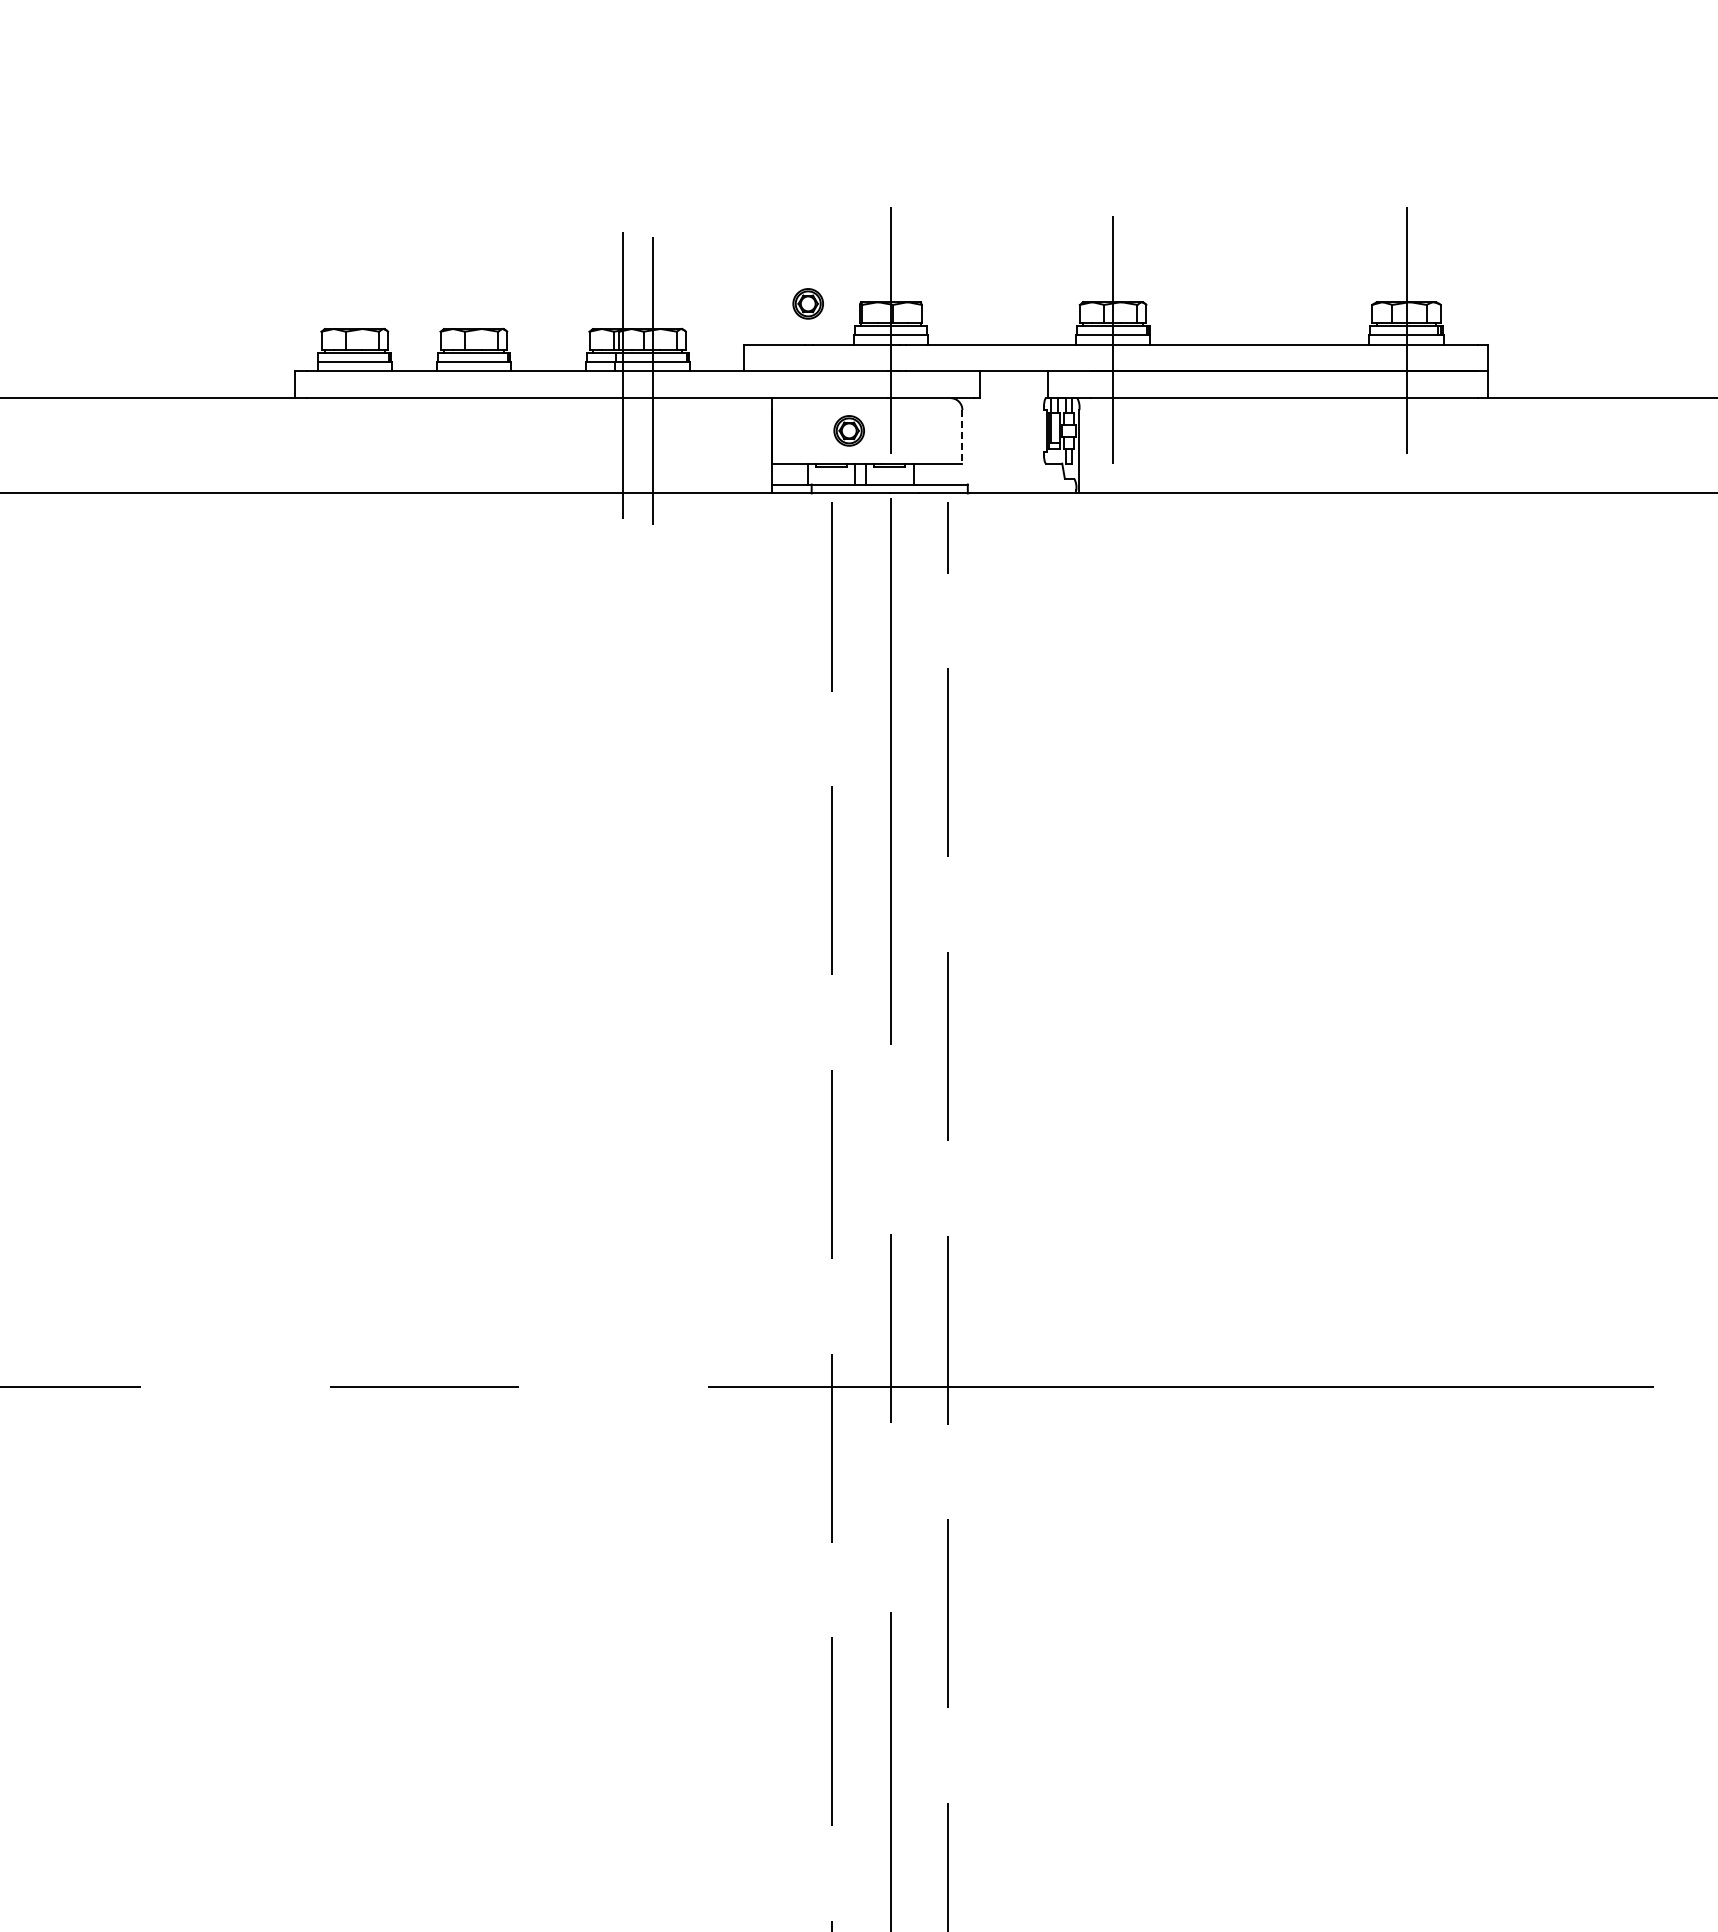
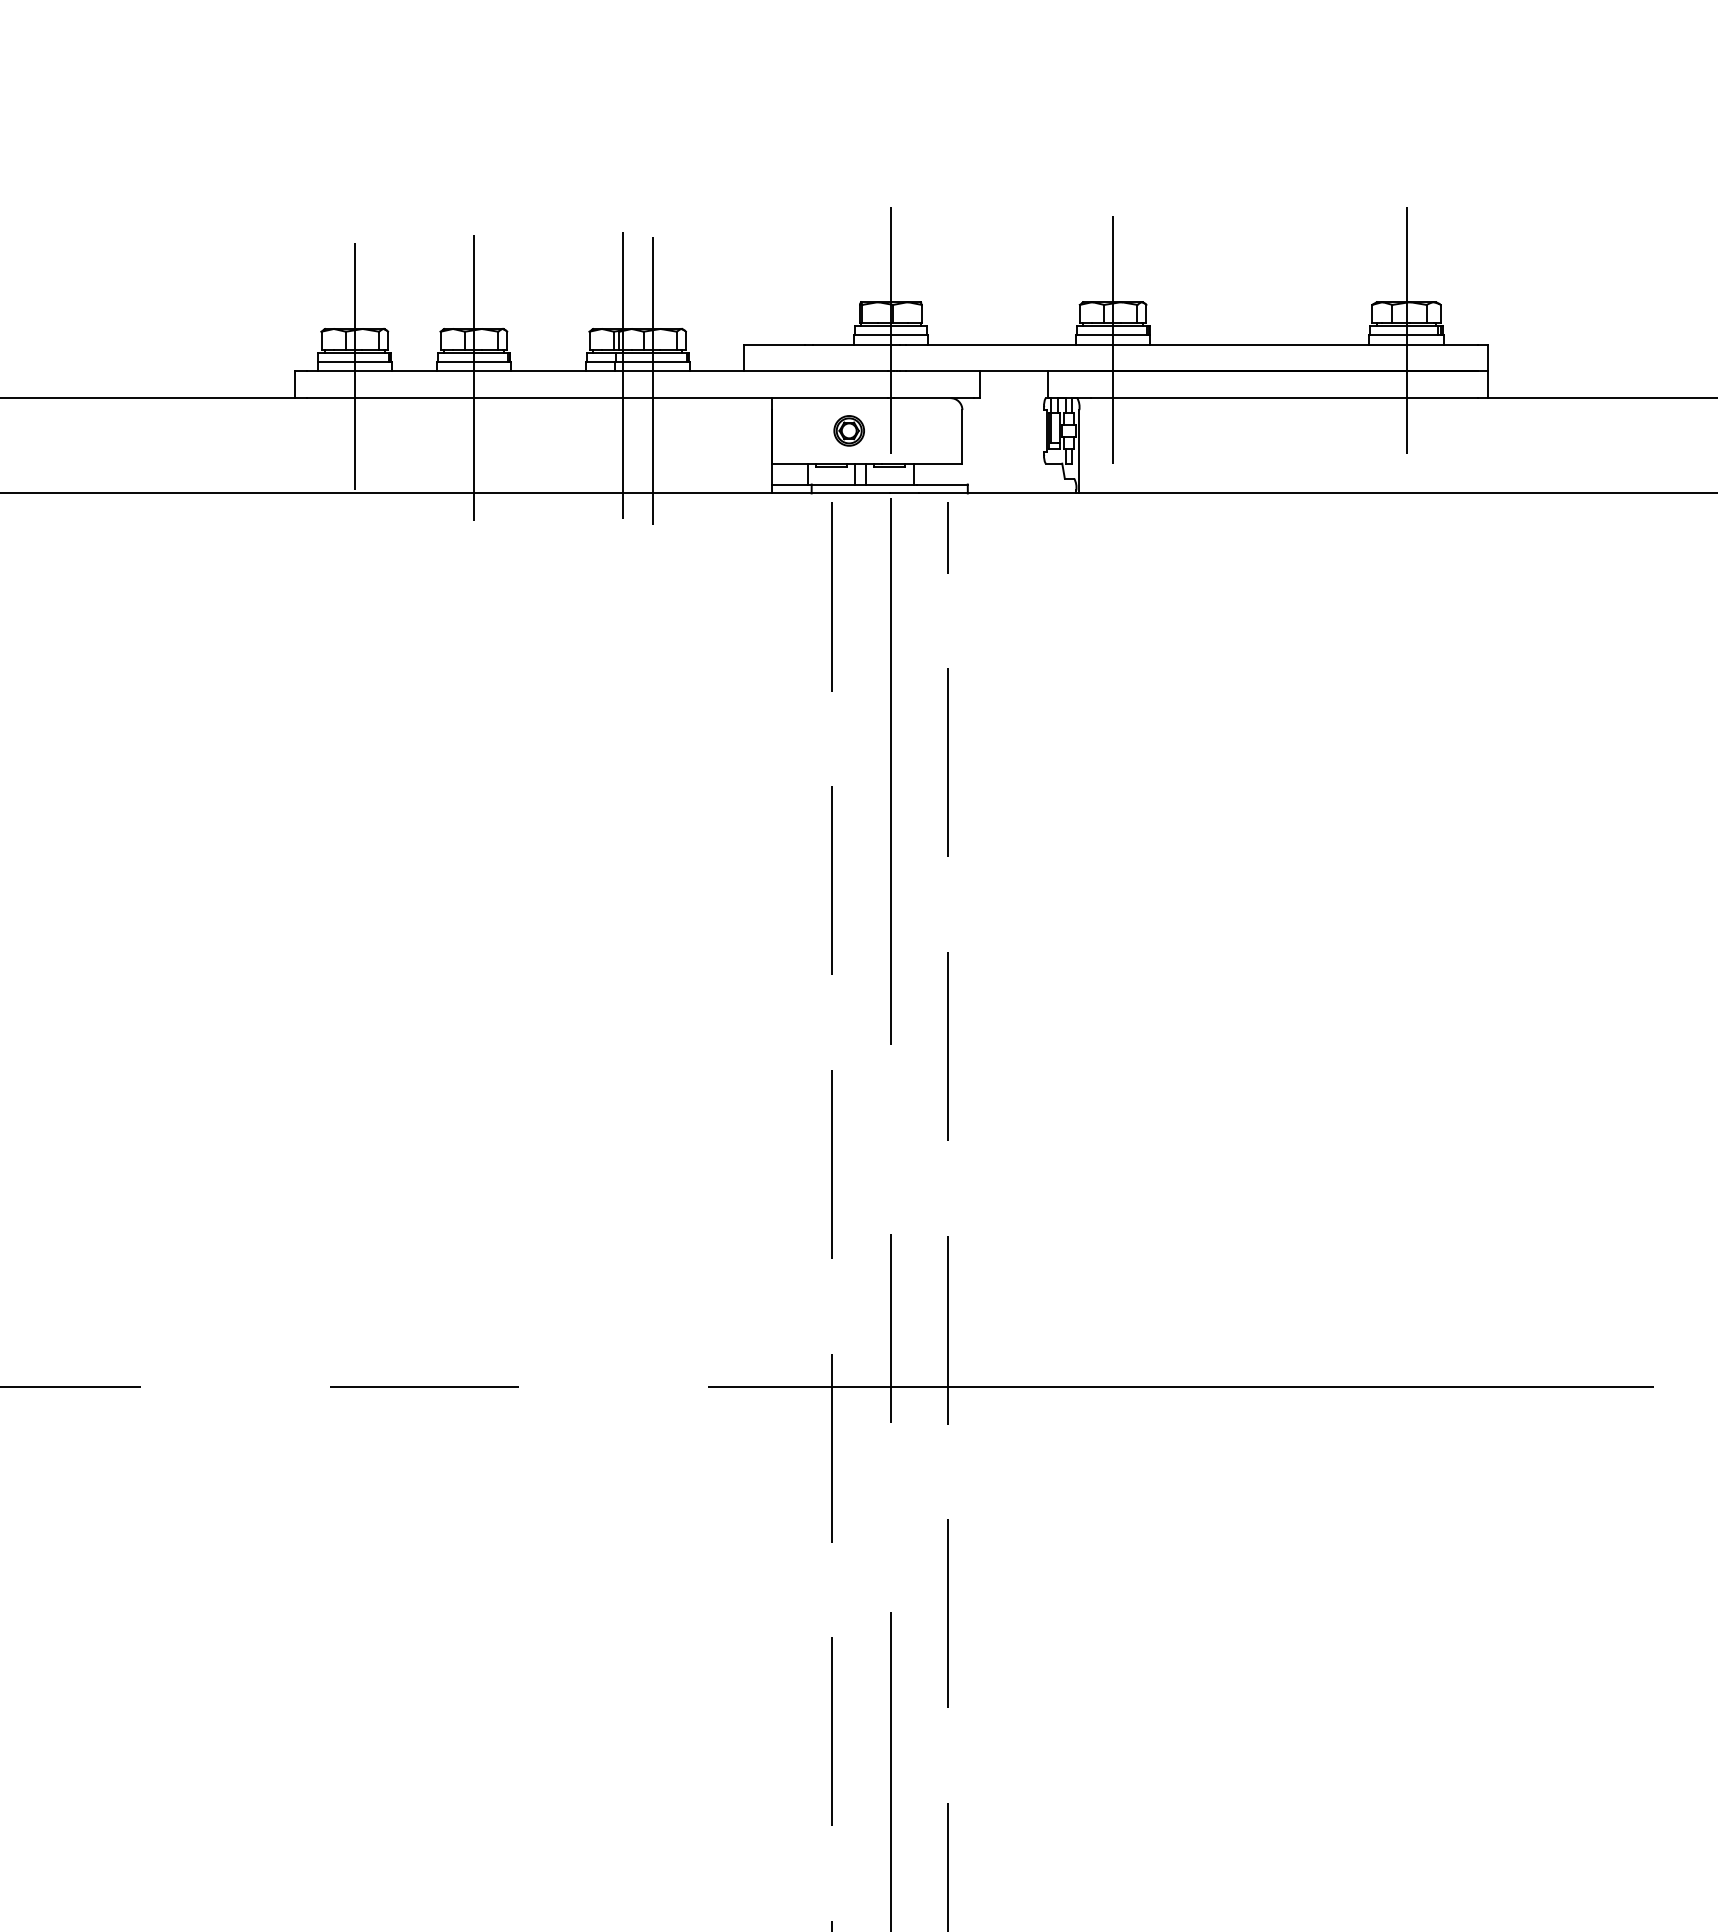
part at (807, 303): present -> none
line at (354, 366): none -> present
line at (473, 377): none -> present
line at (962, 436): dashed -> solid
